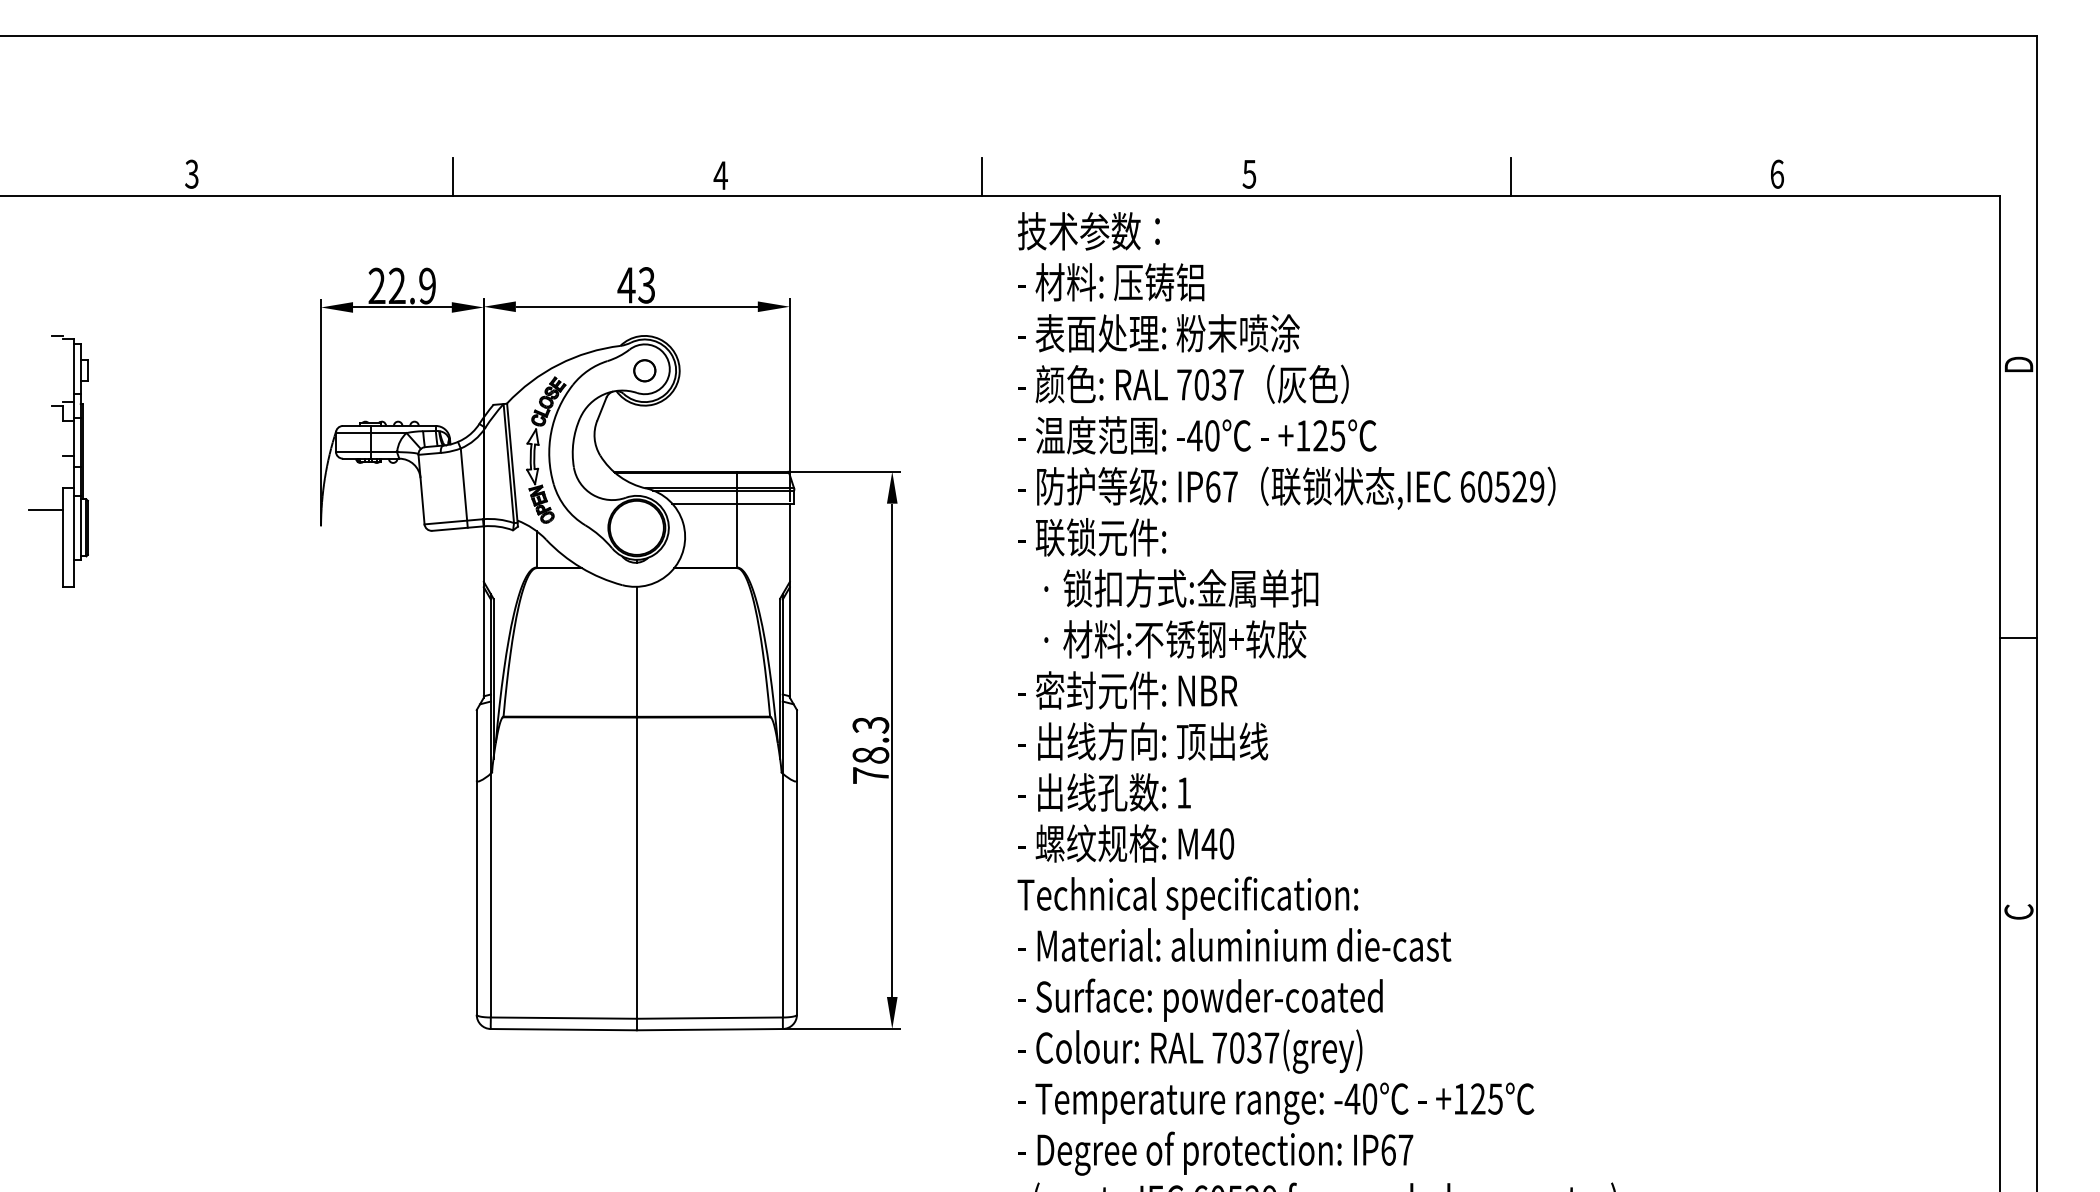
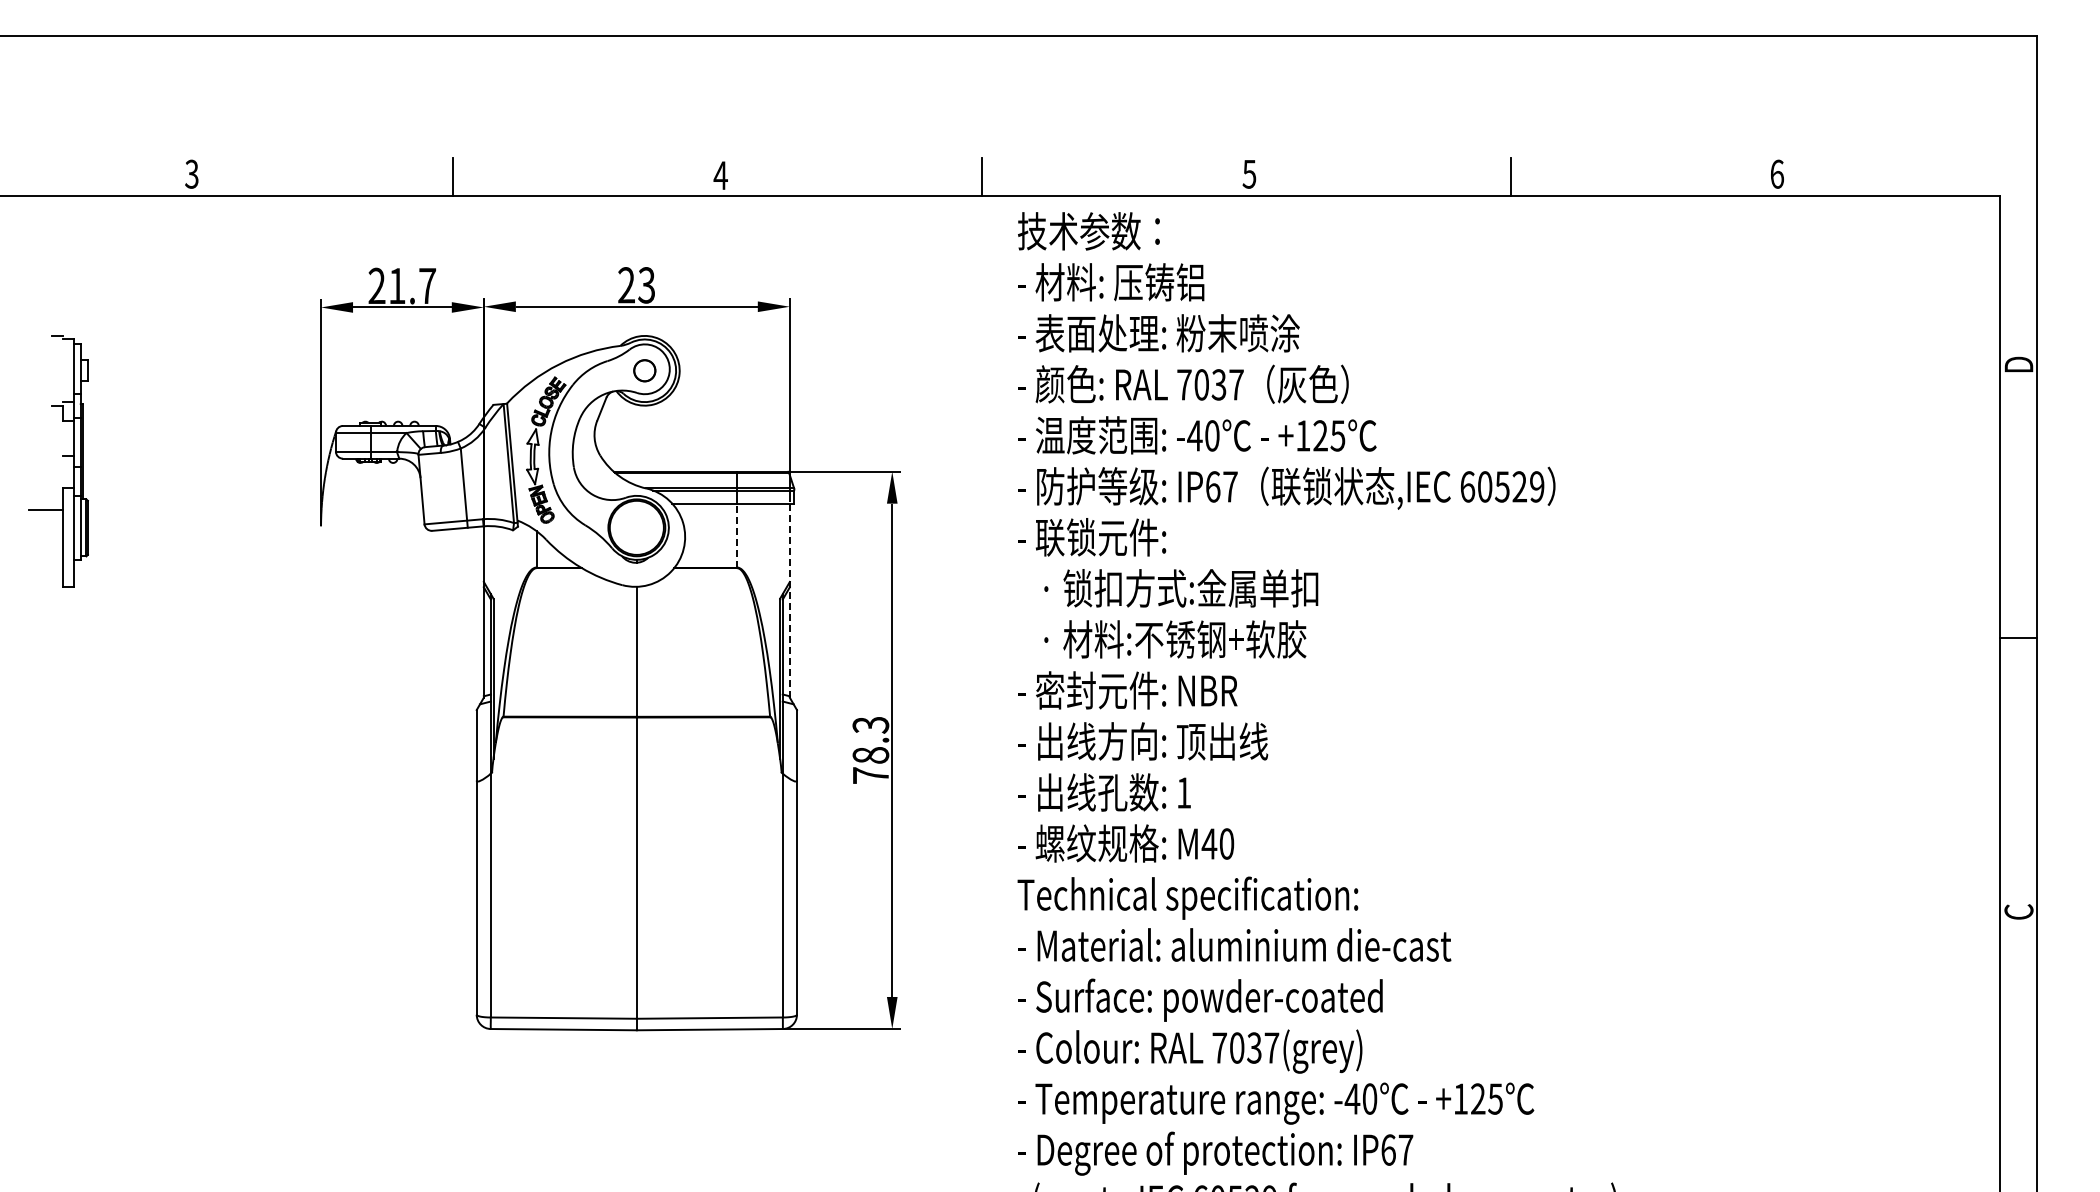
text at (412, 285): 22.9 -> 21.7
text at (626, 285): 43 -> 23
line at (736, 535): solid -> dashed
line at (789, 601): solid -> dashed
